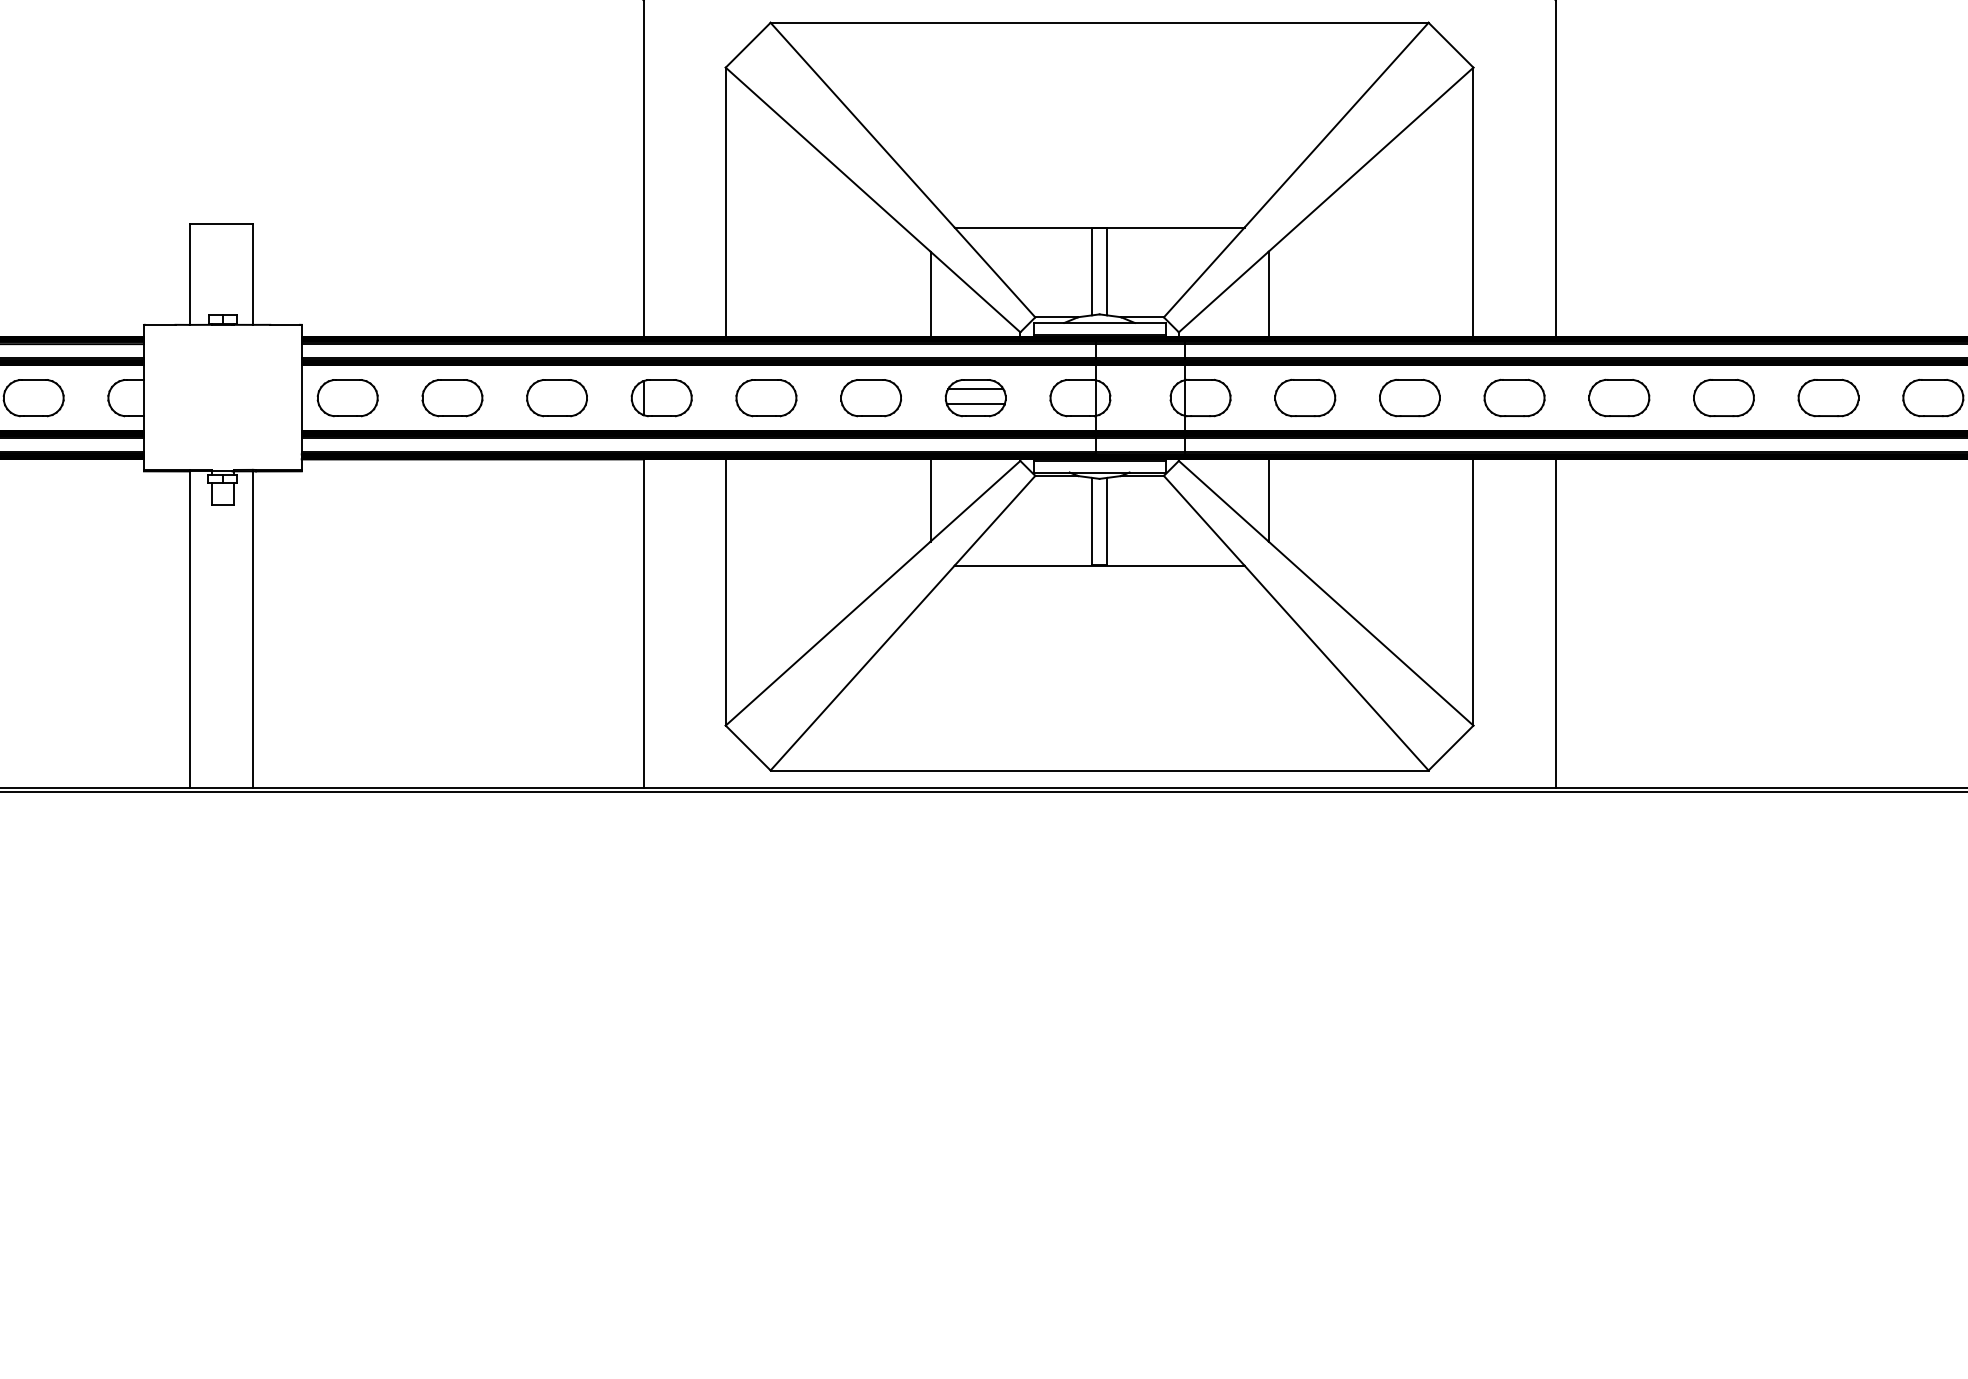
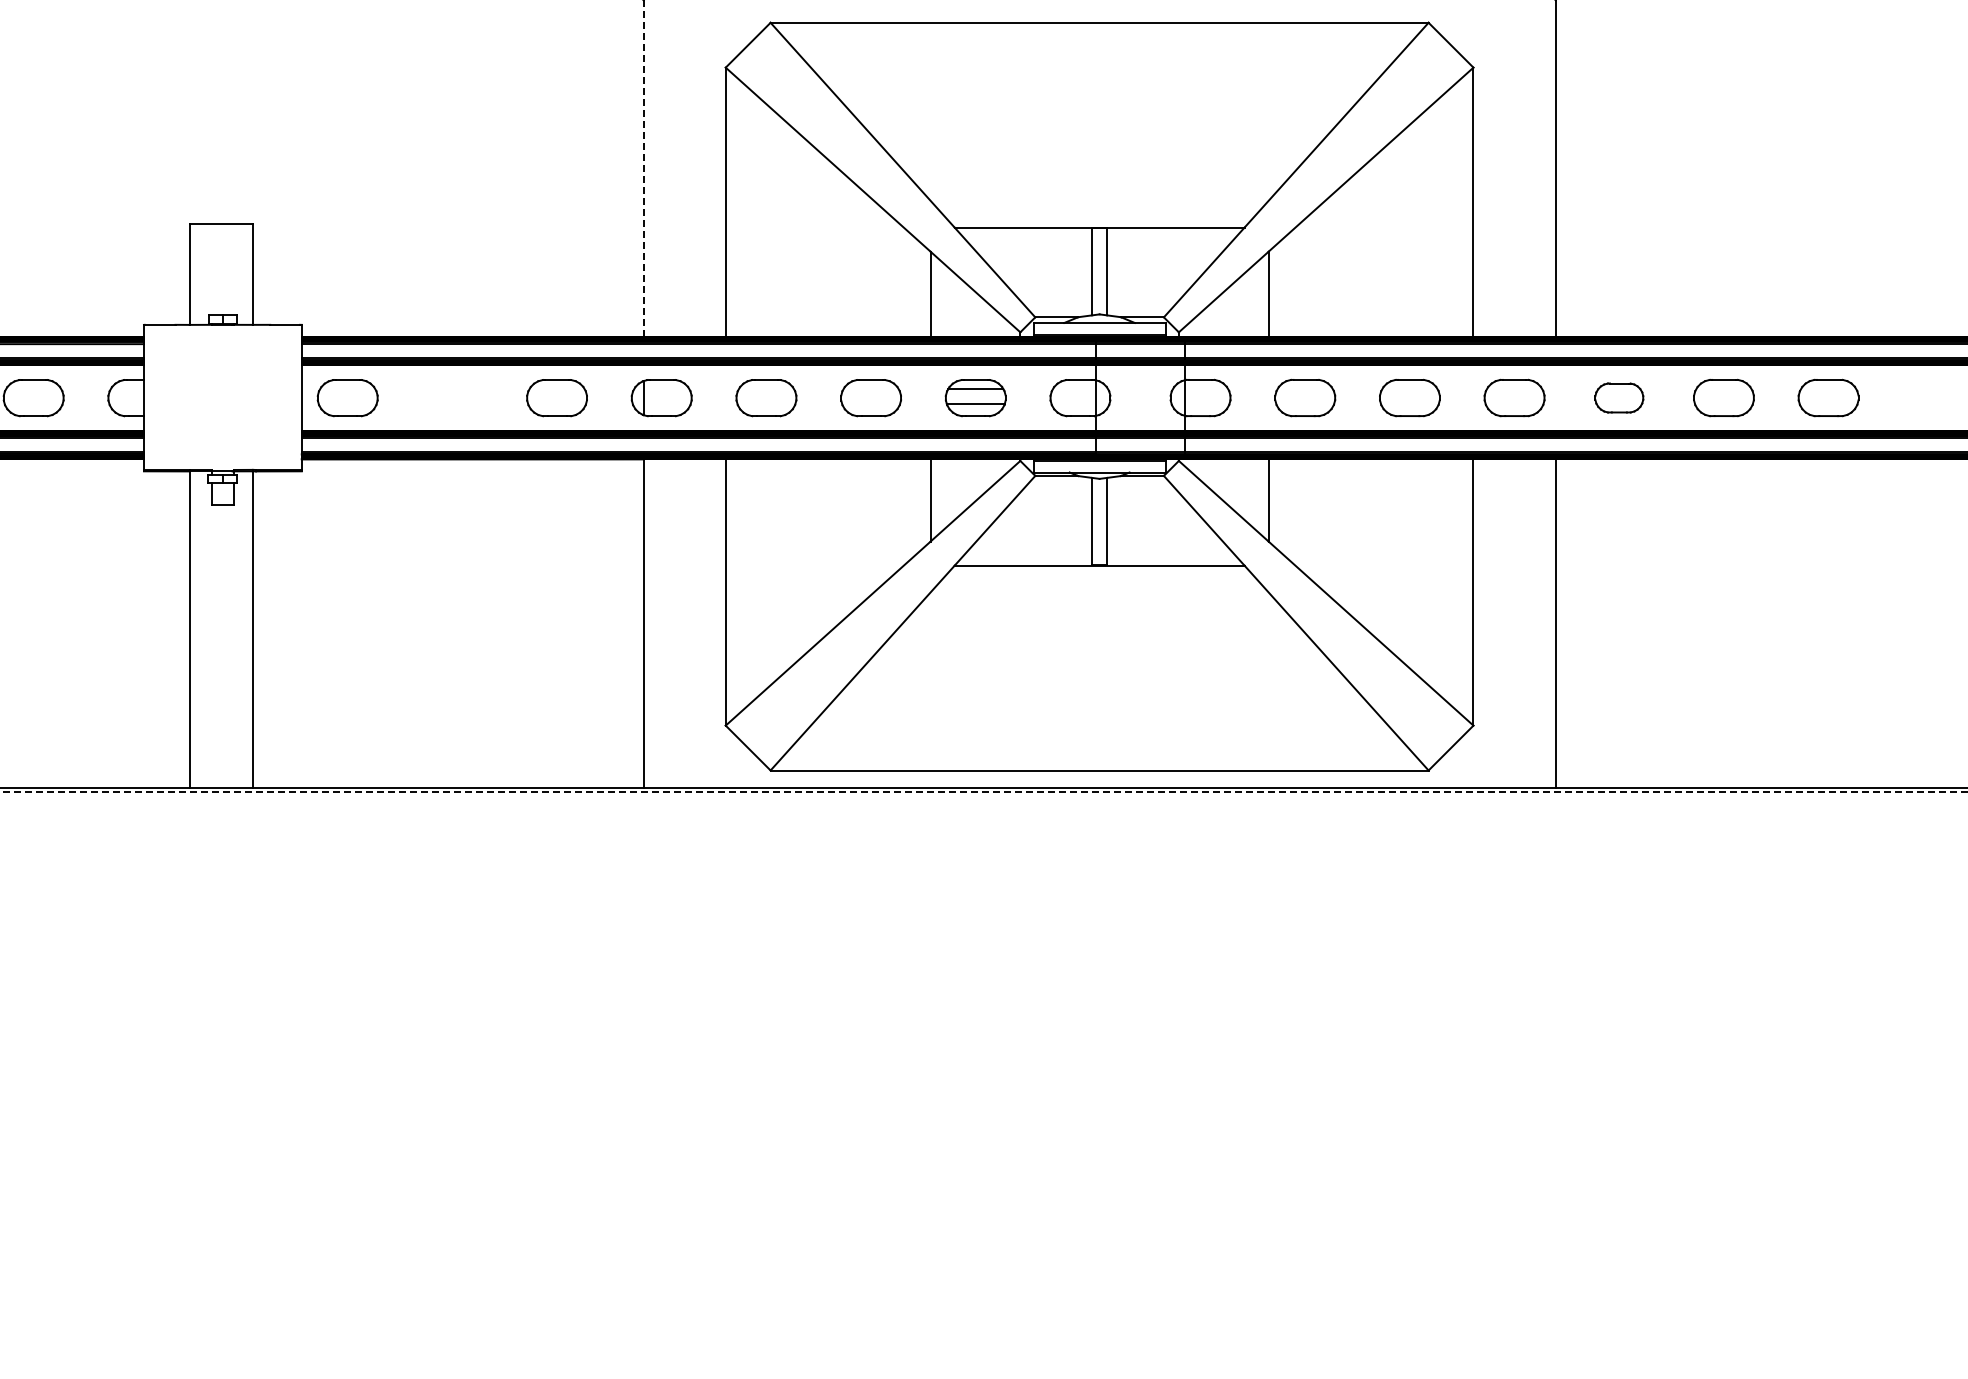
line at (643, 168): solid -> dashed
part at (1619, 397) size: 63x40 px -> 51x32 px
part at (1933, 397): present -> none
part at (452, 398): present -> none
line at (983, 792): solid -> dashed
